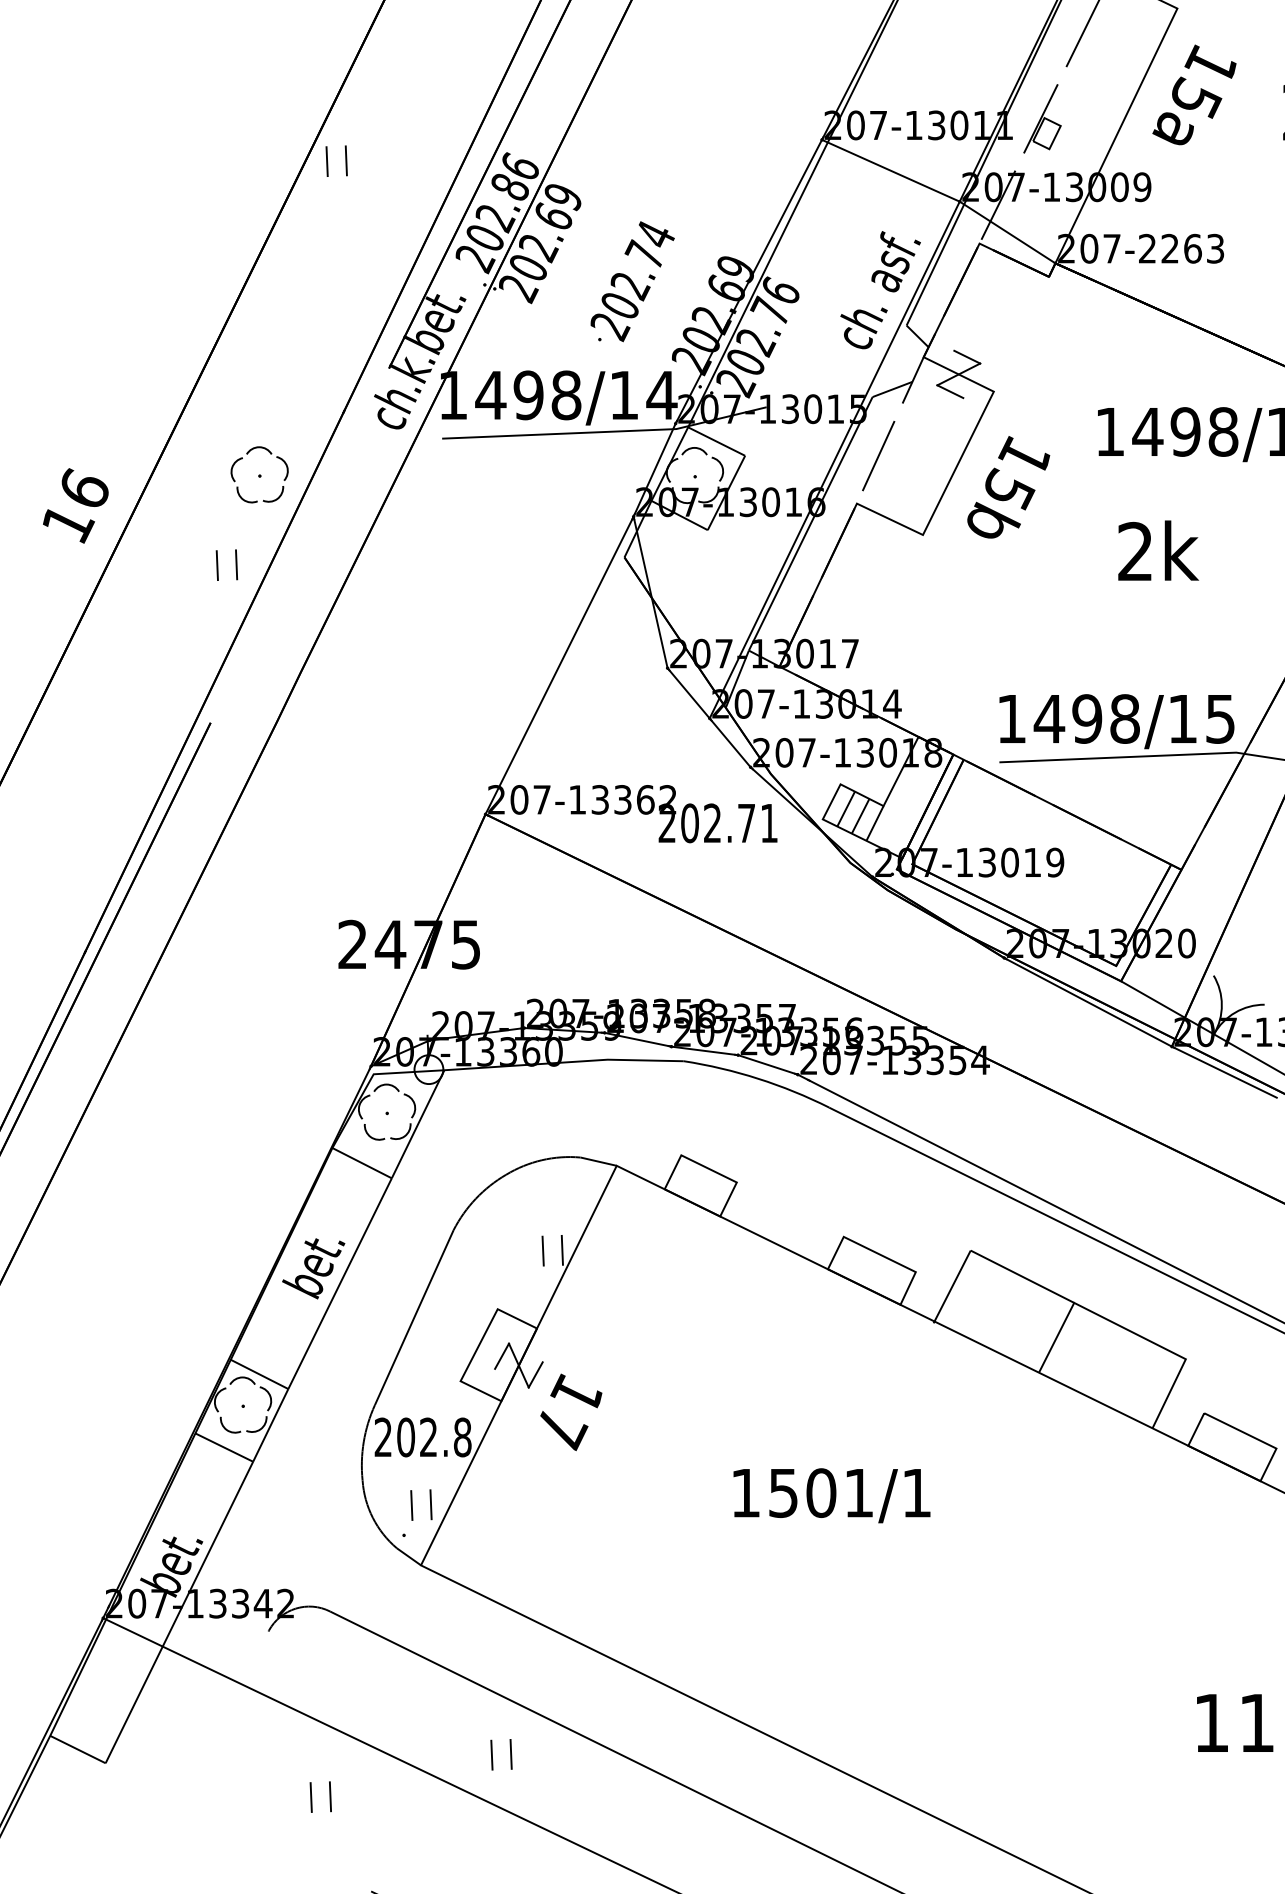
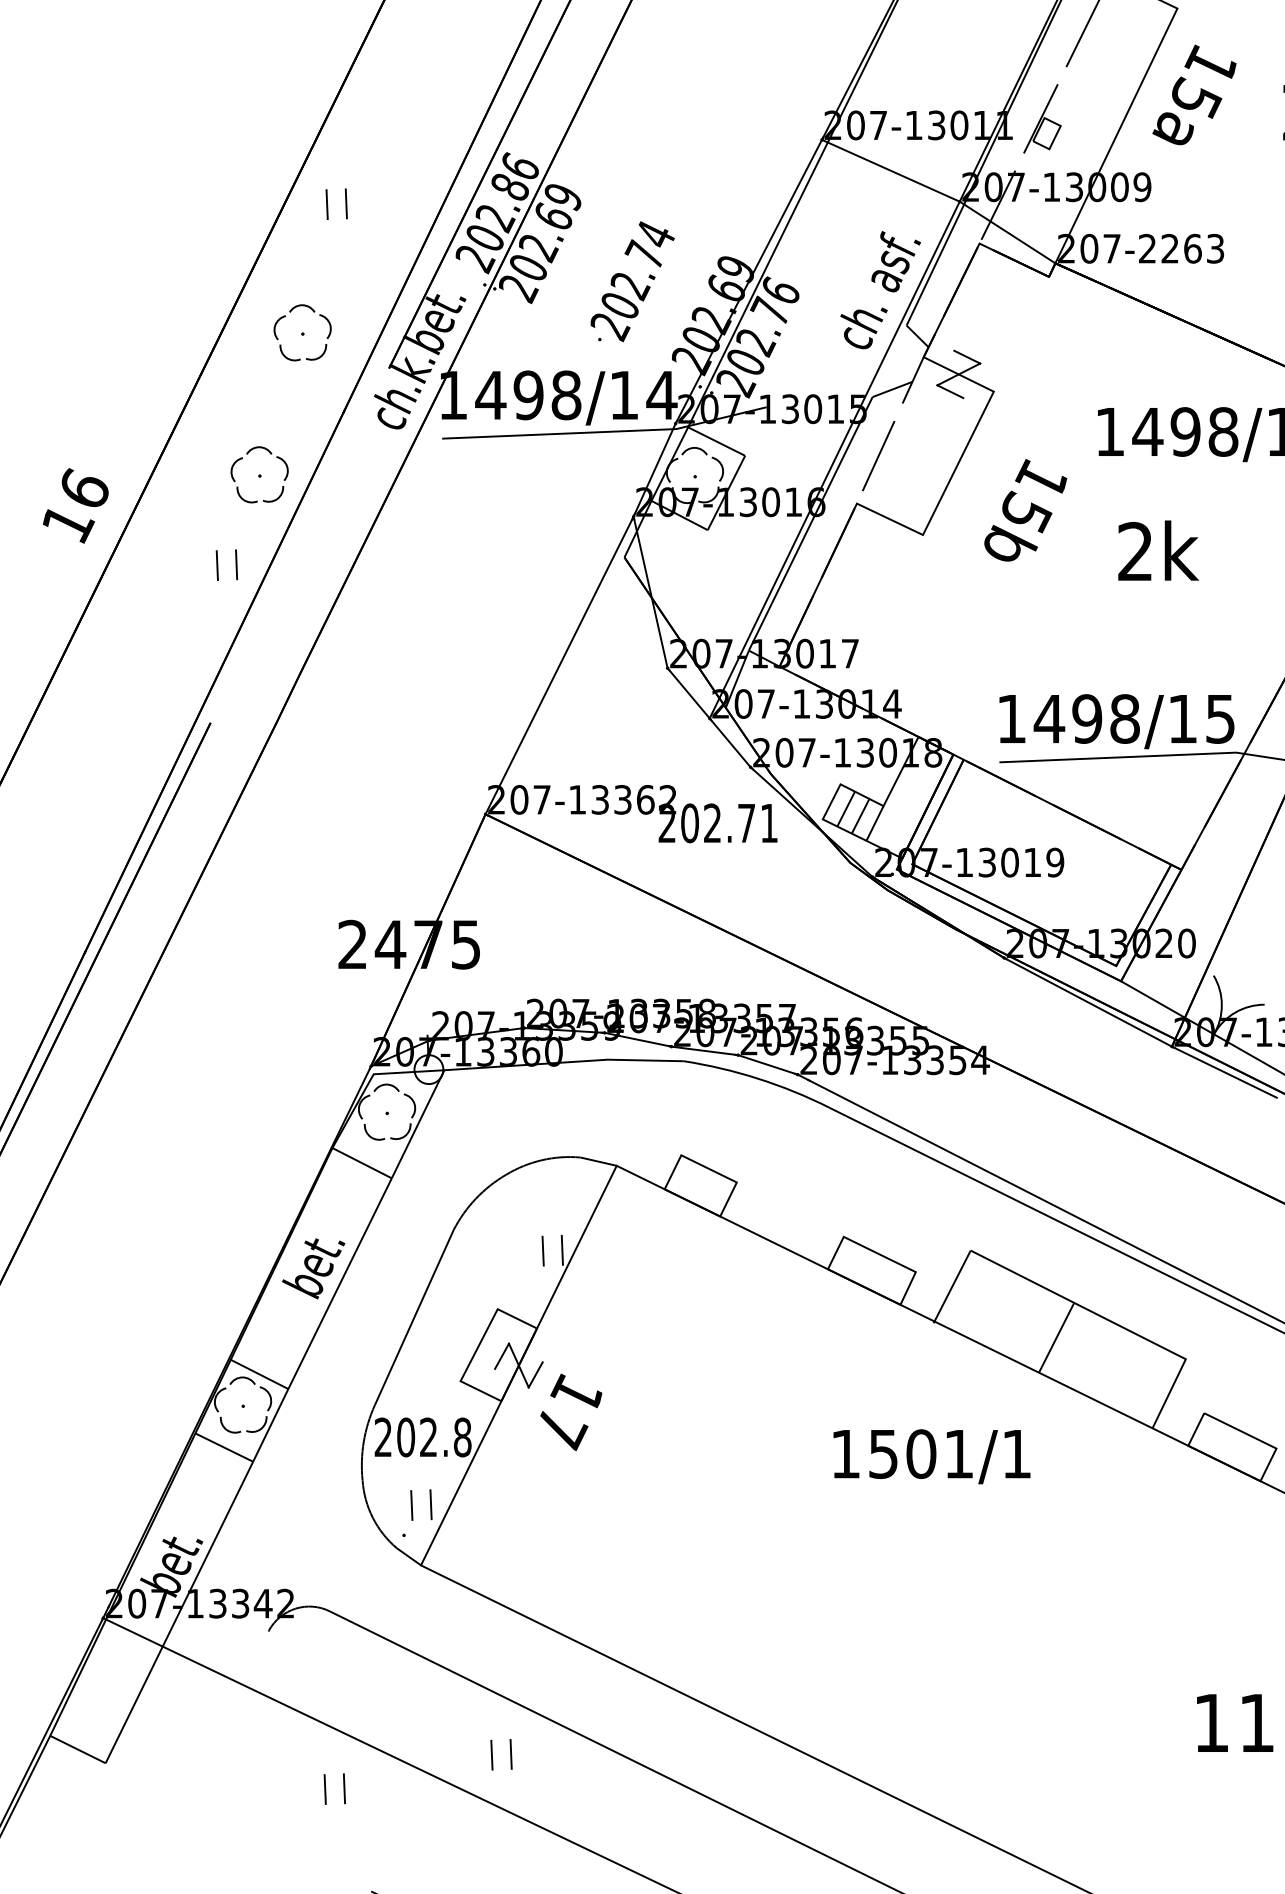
part at (328, 162) position: (328, 162) -> (328, 205)
part at (302, 332): none -> present
text at (1008, 487) position: (1008, 487) -> (1025, 510)
text at (831, 1495) position: (831, 1495) -> (931, 1456)
part at (312, 1796) position: (312, 1796) -> (326, 1788)
